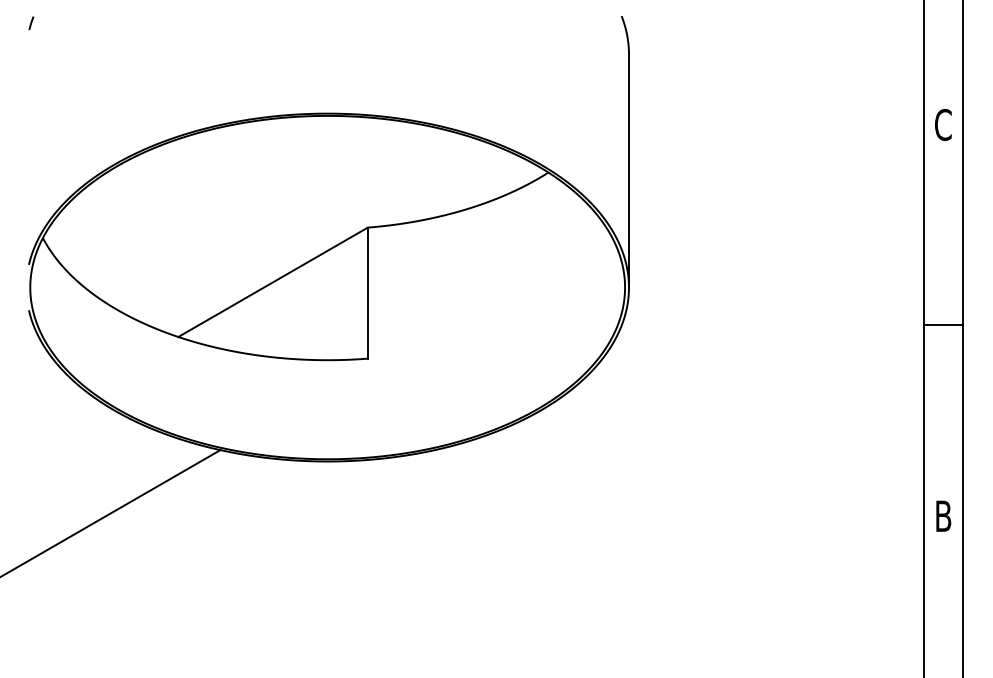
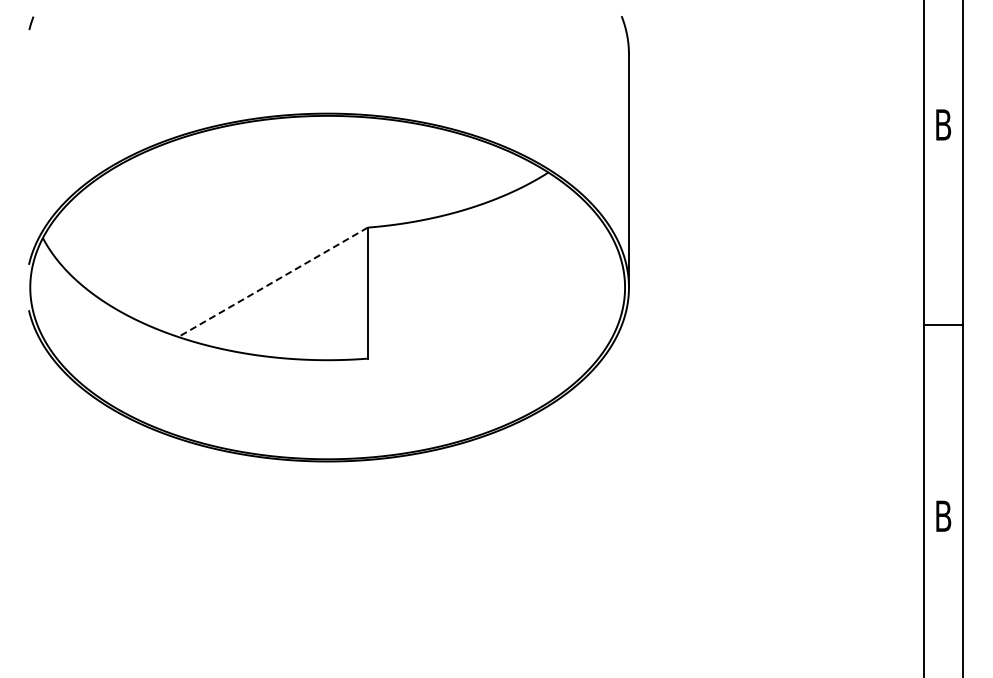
text at (943, 124): C -> B
line at (272, 282): solid -> dashed
line at (111, 513): present -> none
